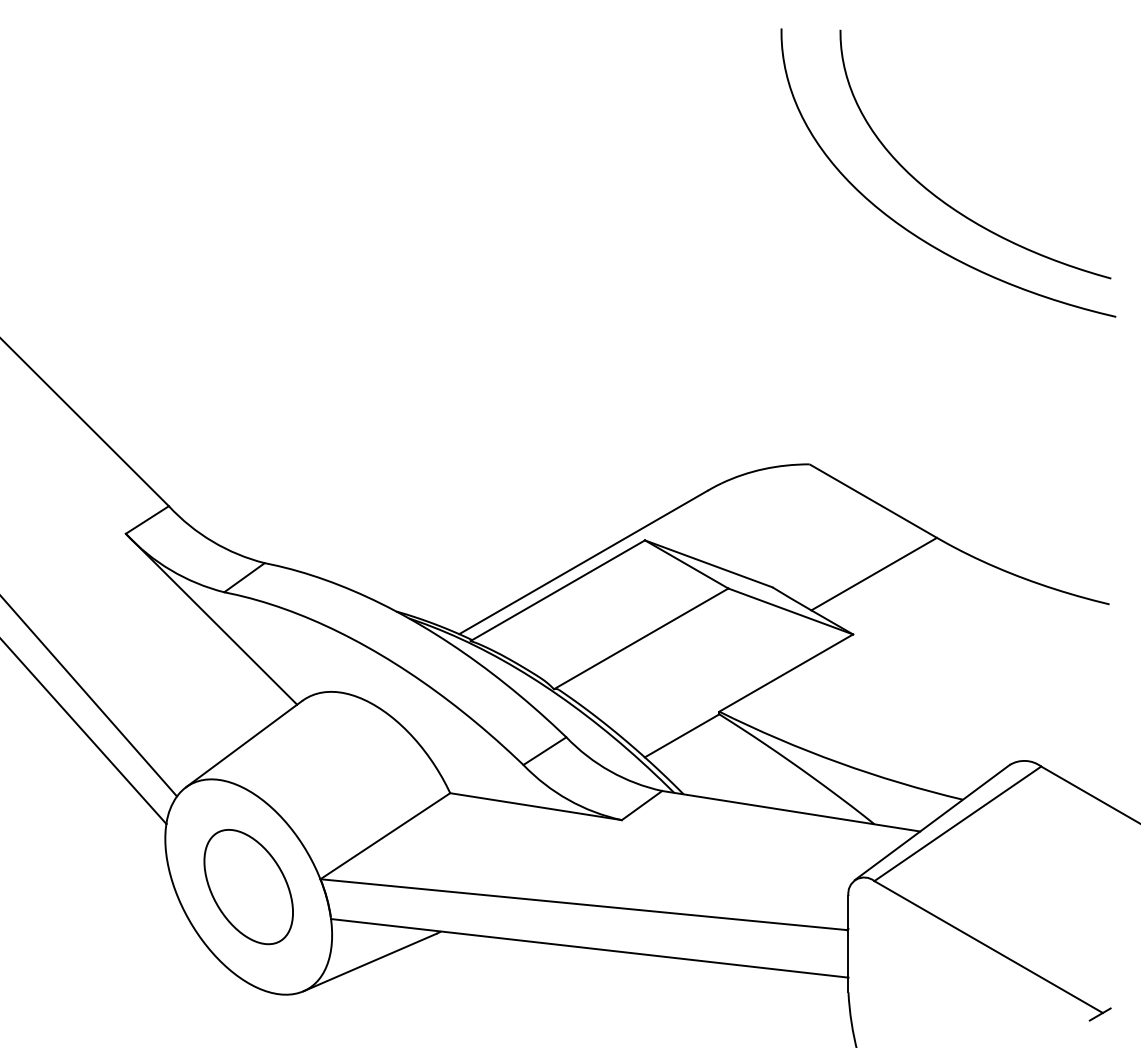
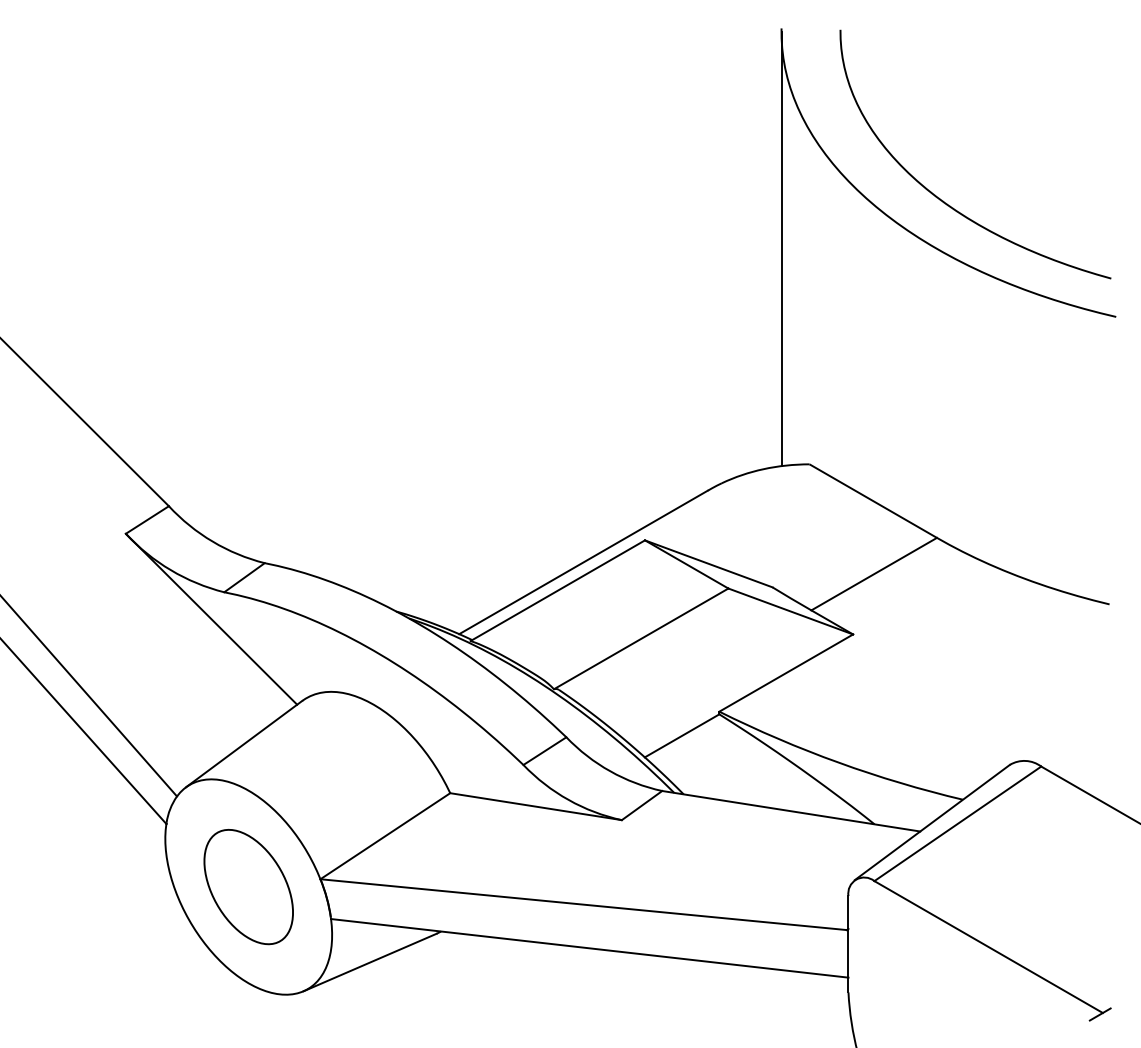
line at (781, 249): none -> present
